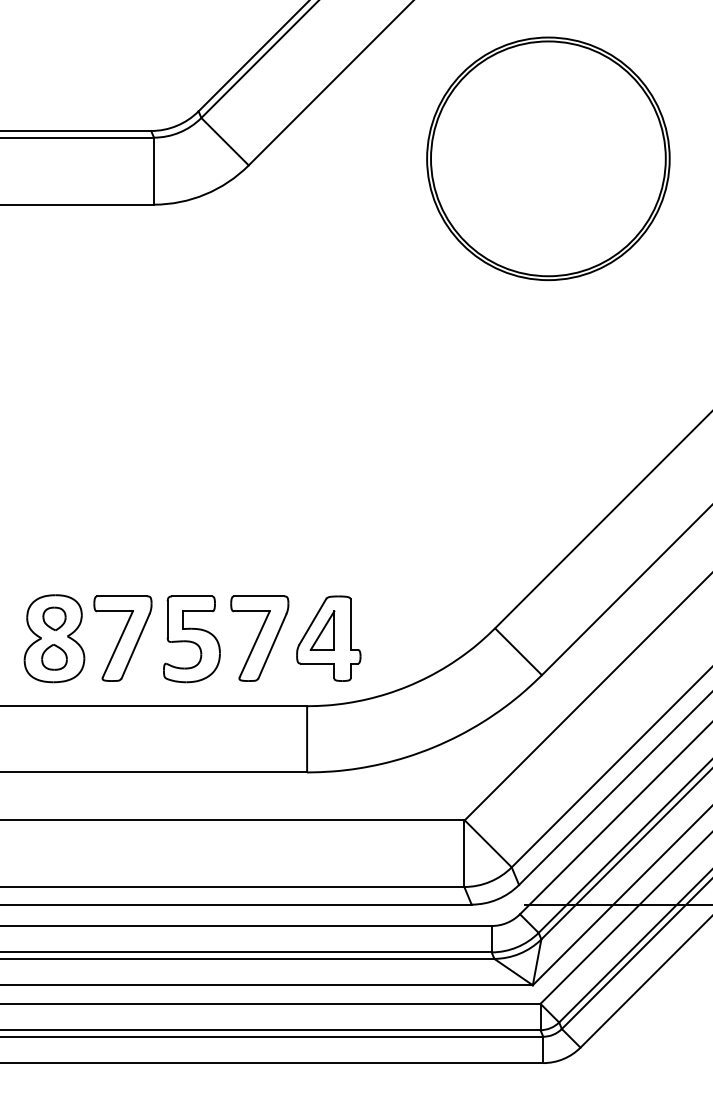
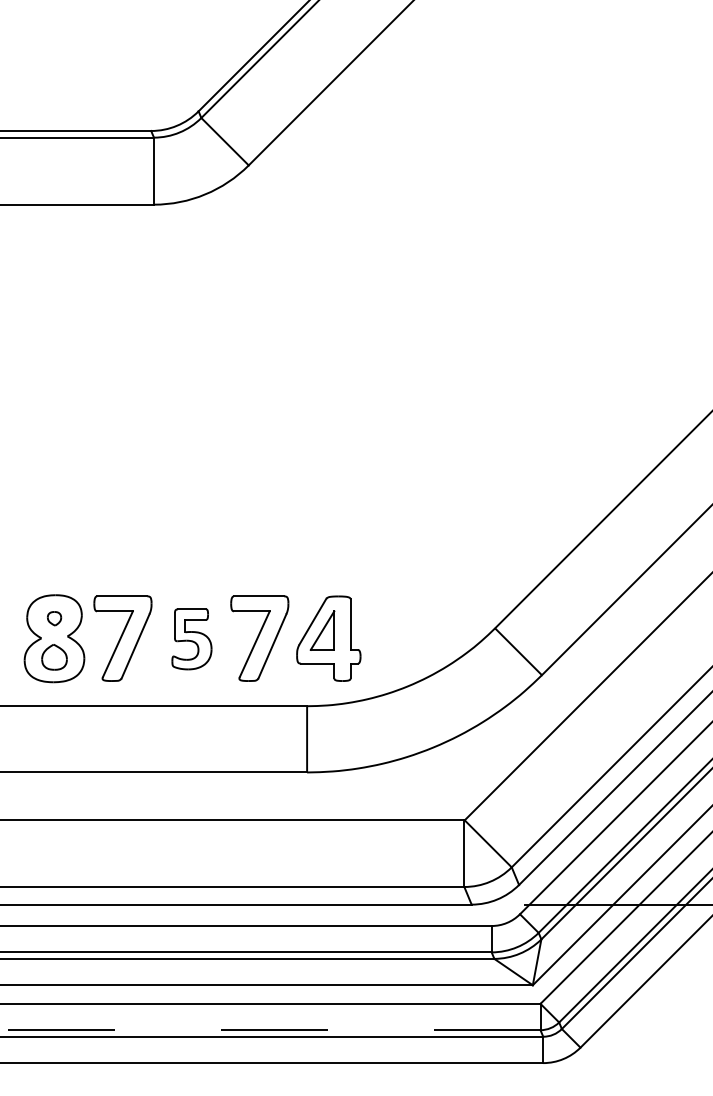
part at (548, 158): present -> none
part at (54, 618) size: 25x25 px -> 16x16 px
part at (191, 639) size: 58x89 px -> 42x63 px
line at (270, 1030): solid -> dashed
